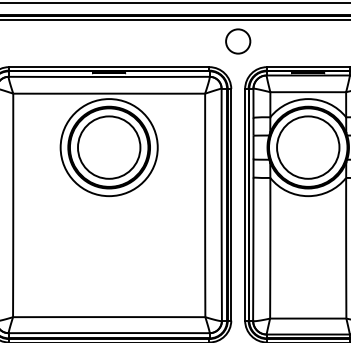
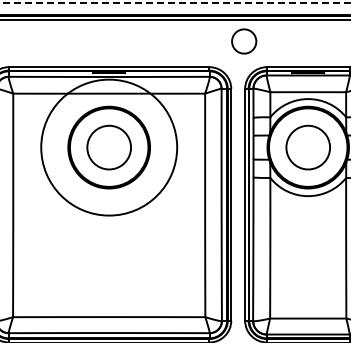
line at (175, 2): solid -> dashed
circle at (238, 41) position: (238, 41) -> (244, 41)
circle at (108, 147) diameter: 97 px -> 136 px
circle at (109, 147) diameter: 62 px -> 44 px
circle at (308, 147) diameter: 62 px -> 44 px
